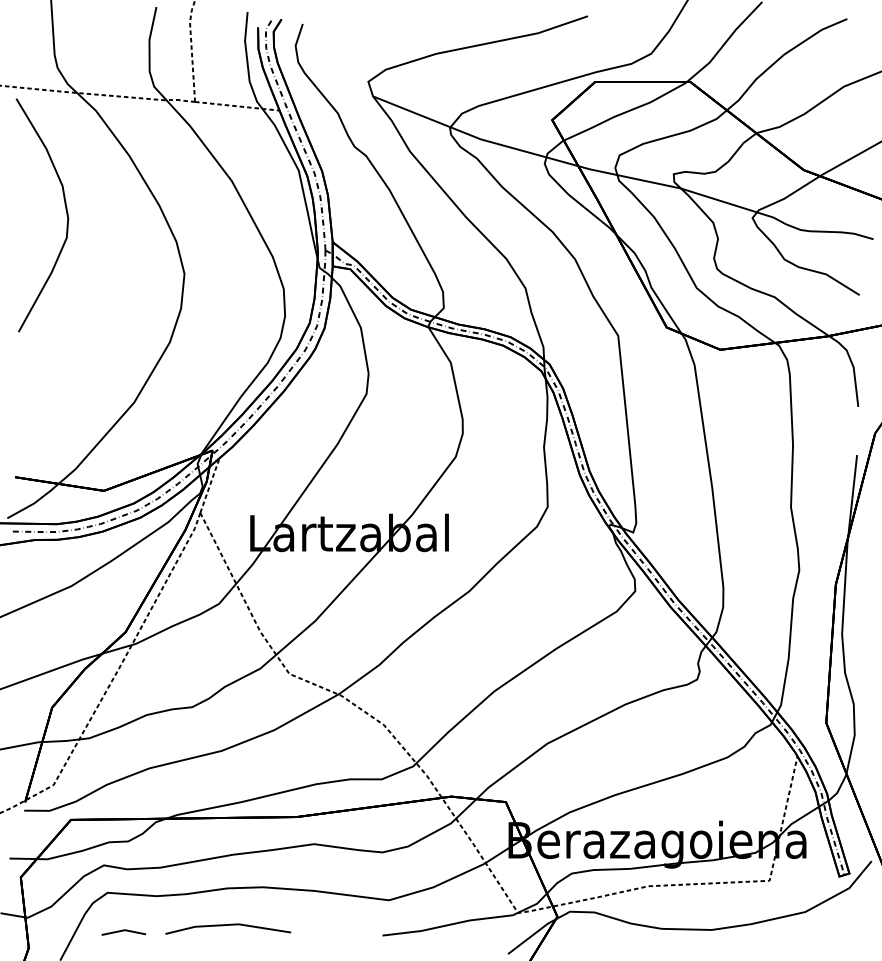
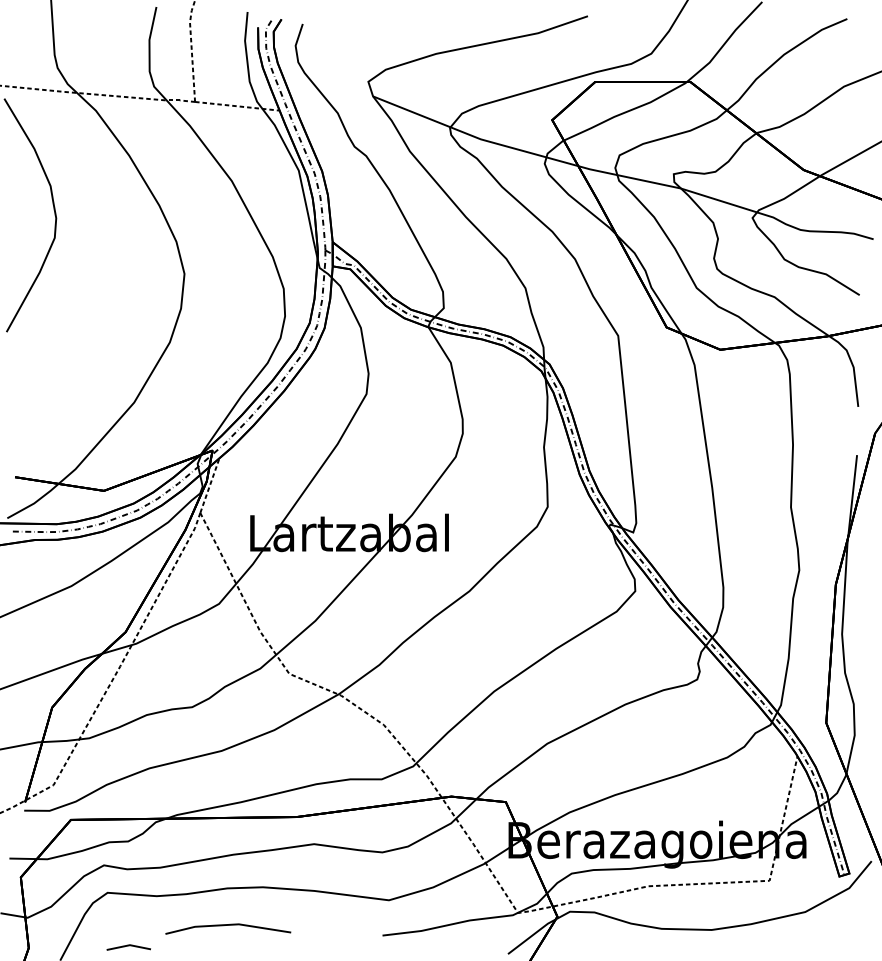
curve at (65, 210) position: (65, 210) -> (53, 210)
line at (123, 931) position: (123, 931) -> (128, 946)
